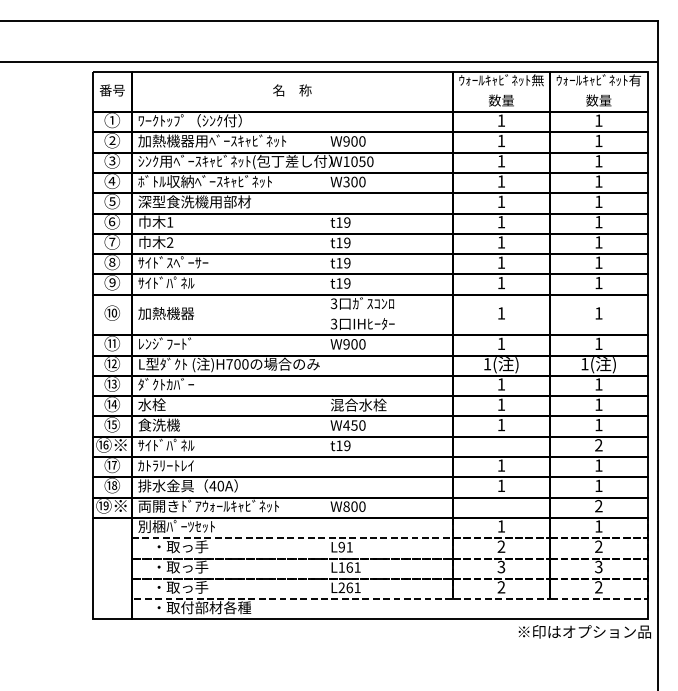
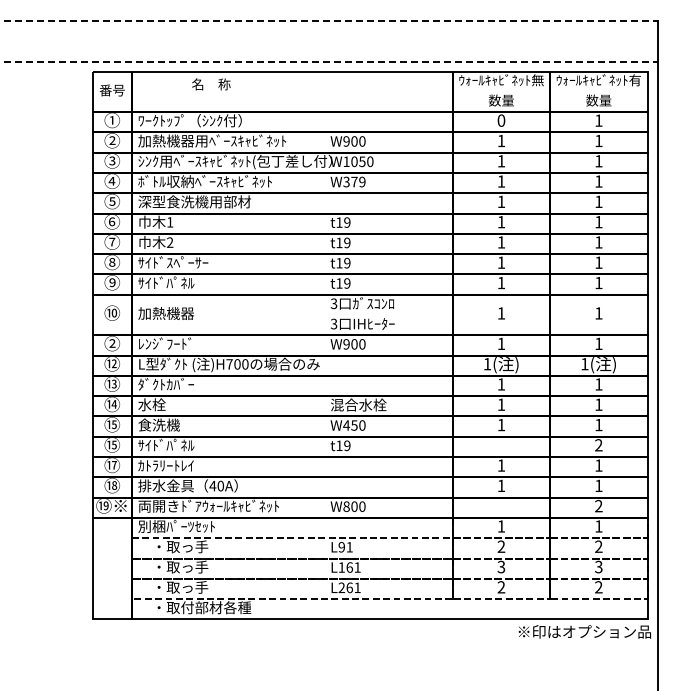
line at (329, 20): solid -> dashed
line at (329, 62): solid -> dashed
text at (292, 90) position: (292, 90) -> (211, 84)
text at (501, 120): 1 -> 0
text at (358, 181): W300 -> W379
text at (111, 343): ⑪ -> ②
text at (111, 445): ⑯※ -> ⑮
